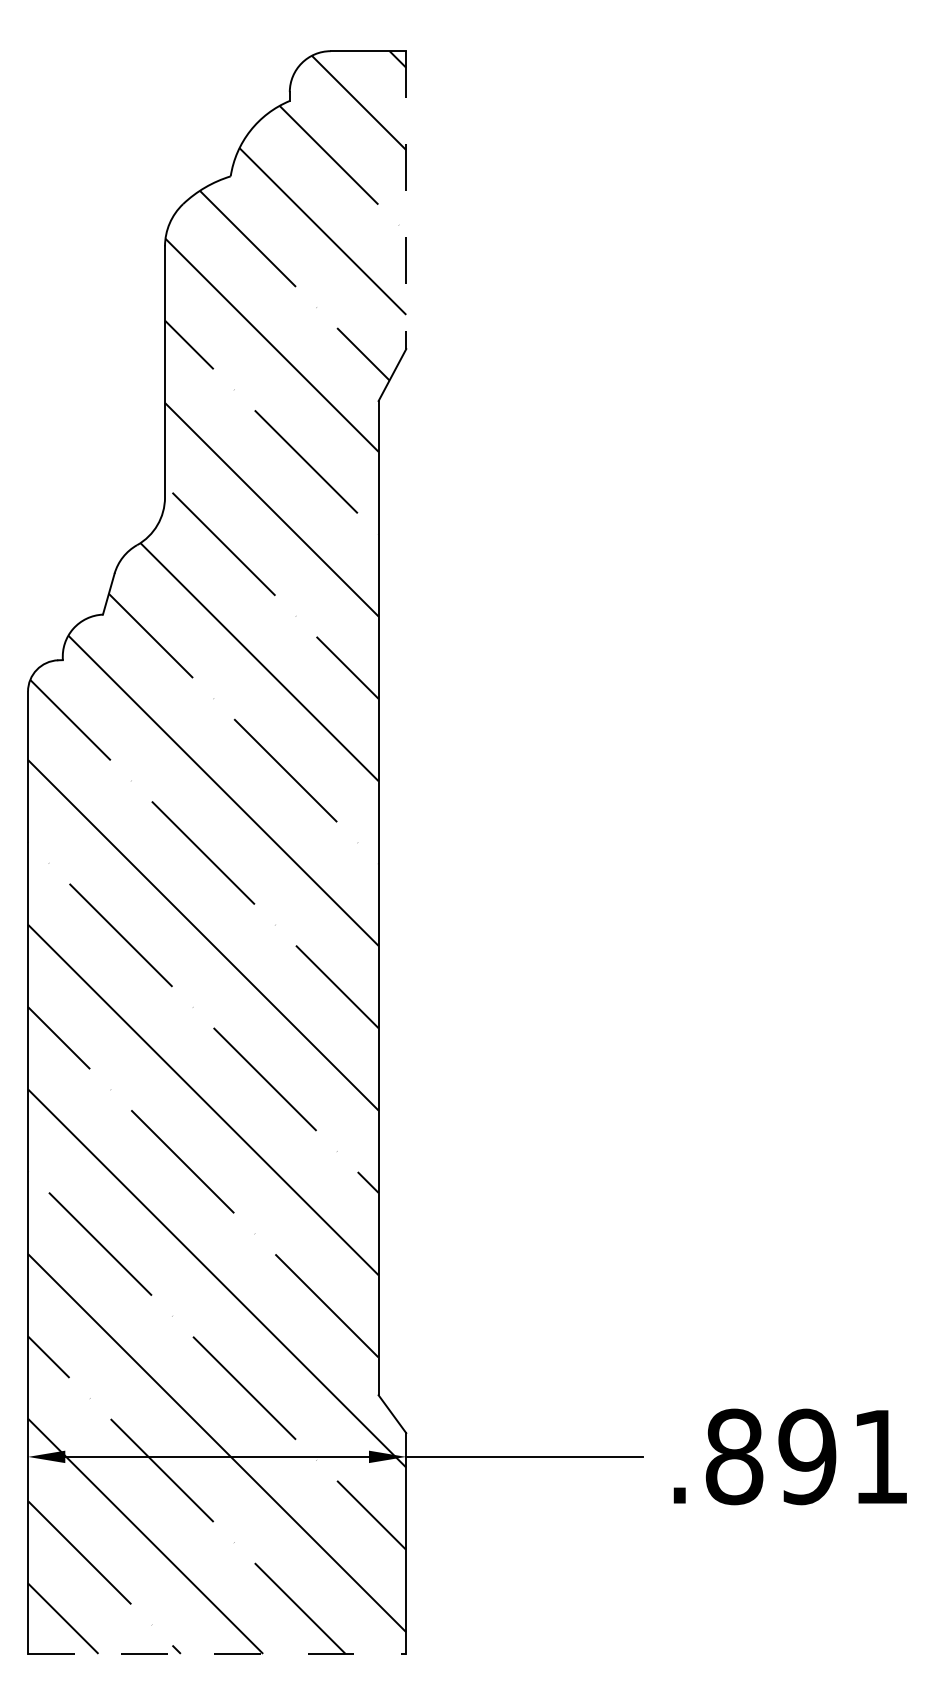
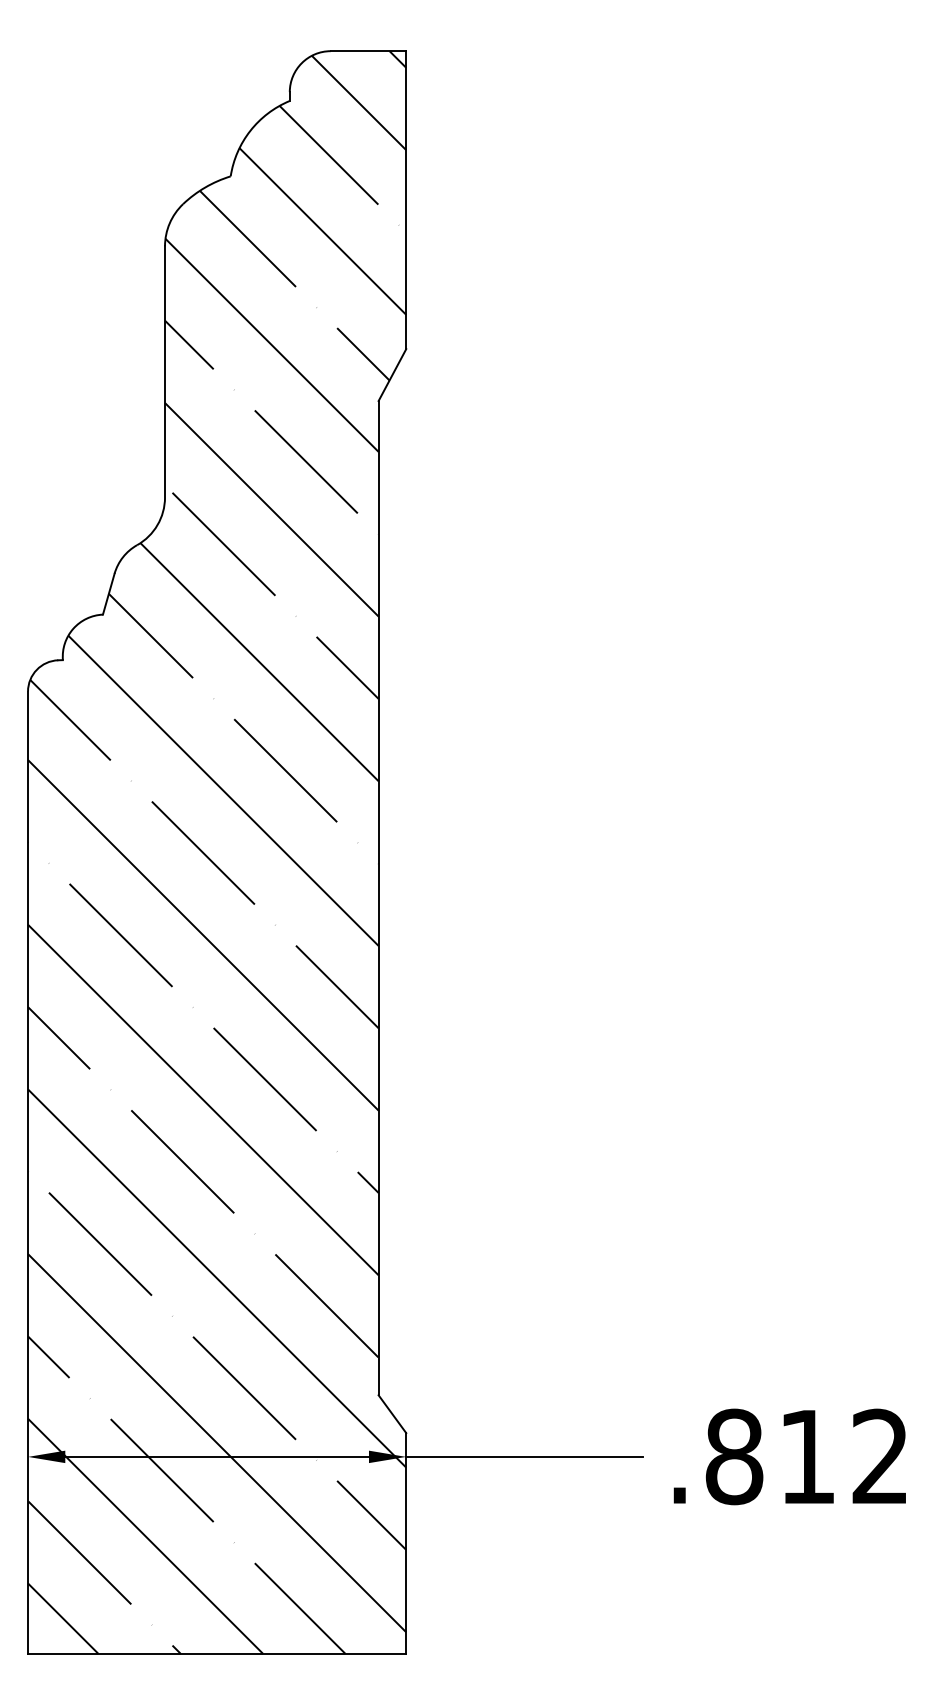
line at (406, 200): dashed -> solid
text at (842, 1456): .891 -> .812
line at (217, 1653): dashed -> solid
